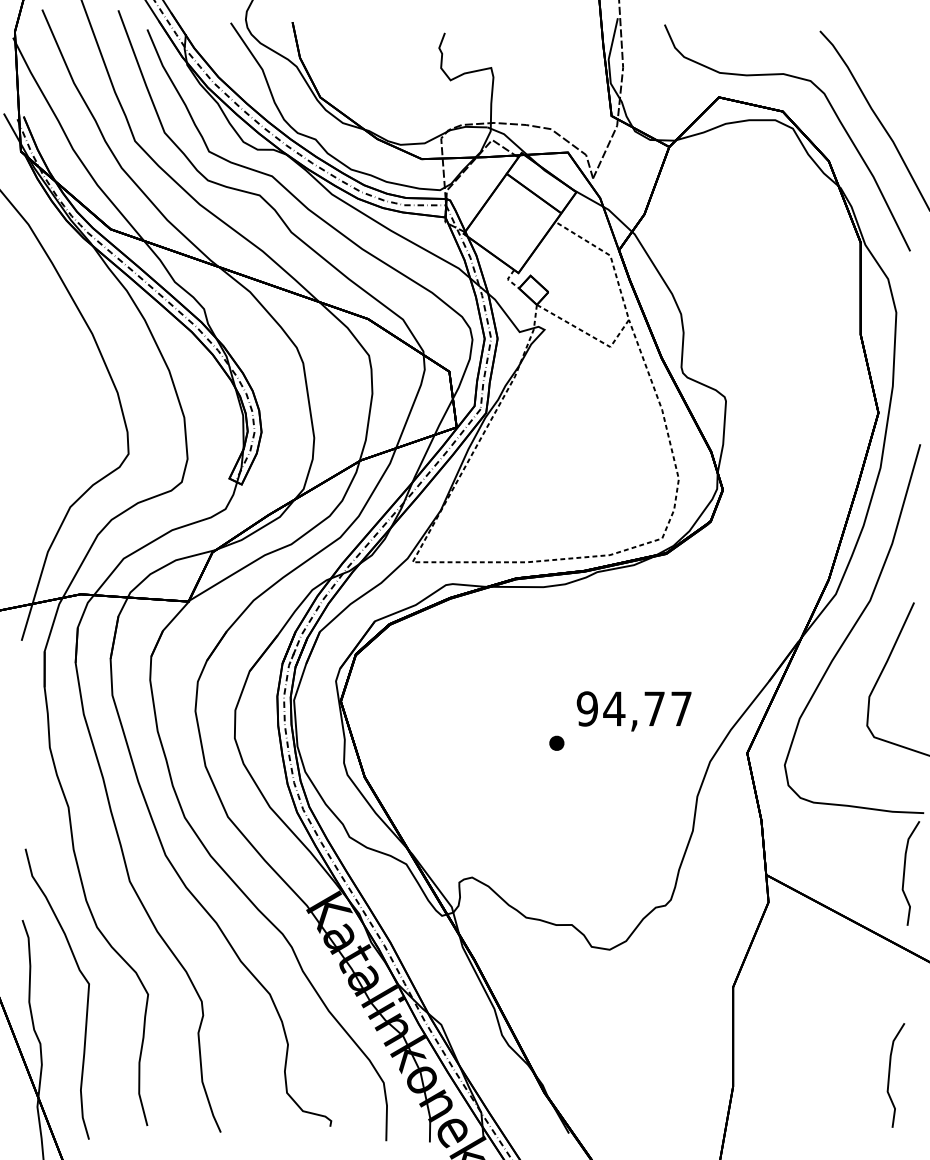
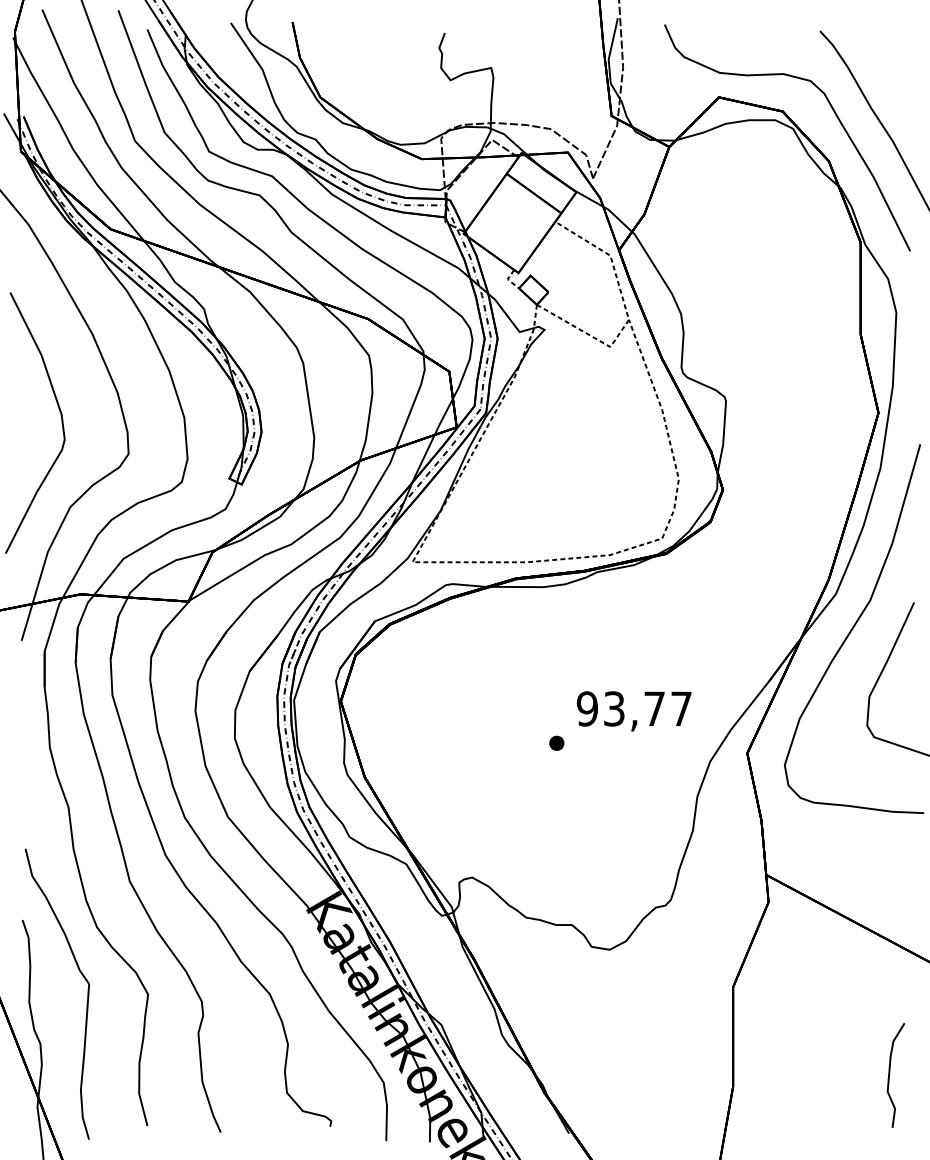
curve at (60, 415): none -> present
text at (614, 708): 94,77 -> 93,77
curve at (905, 871): present -> none
